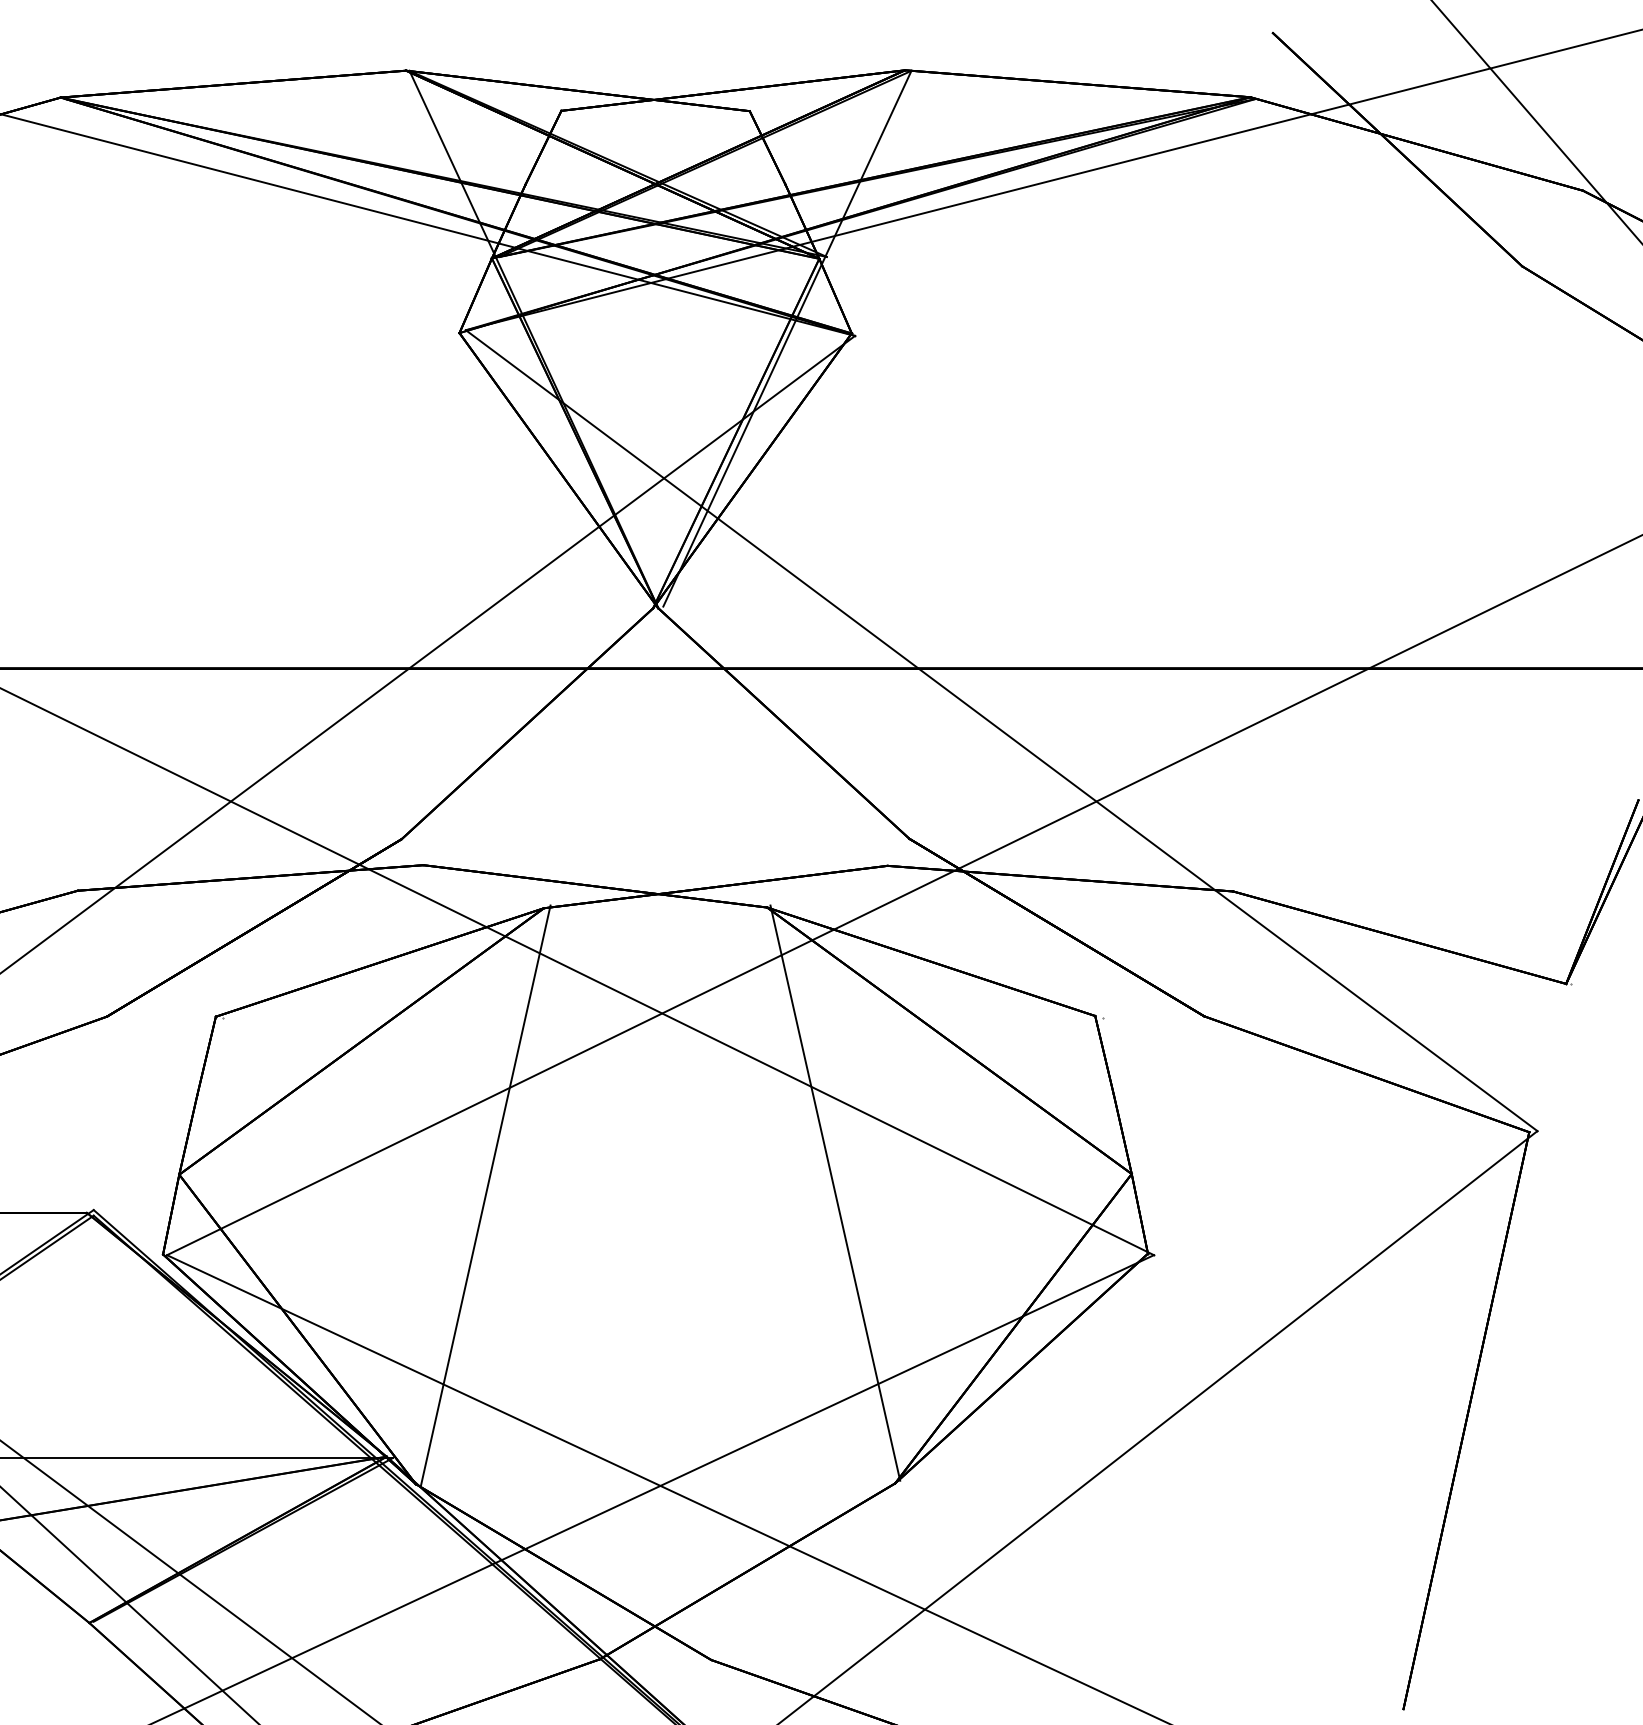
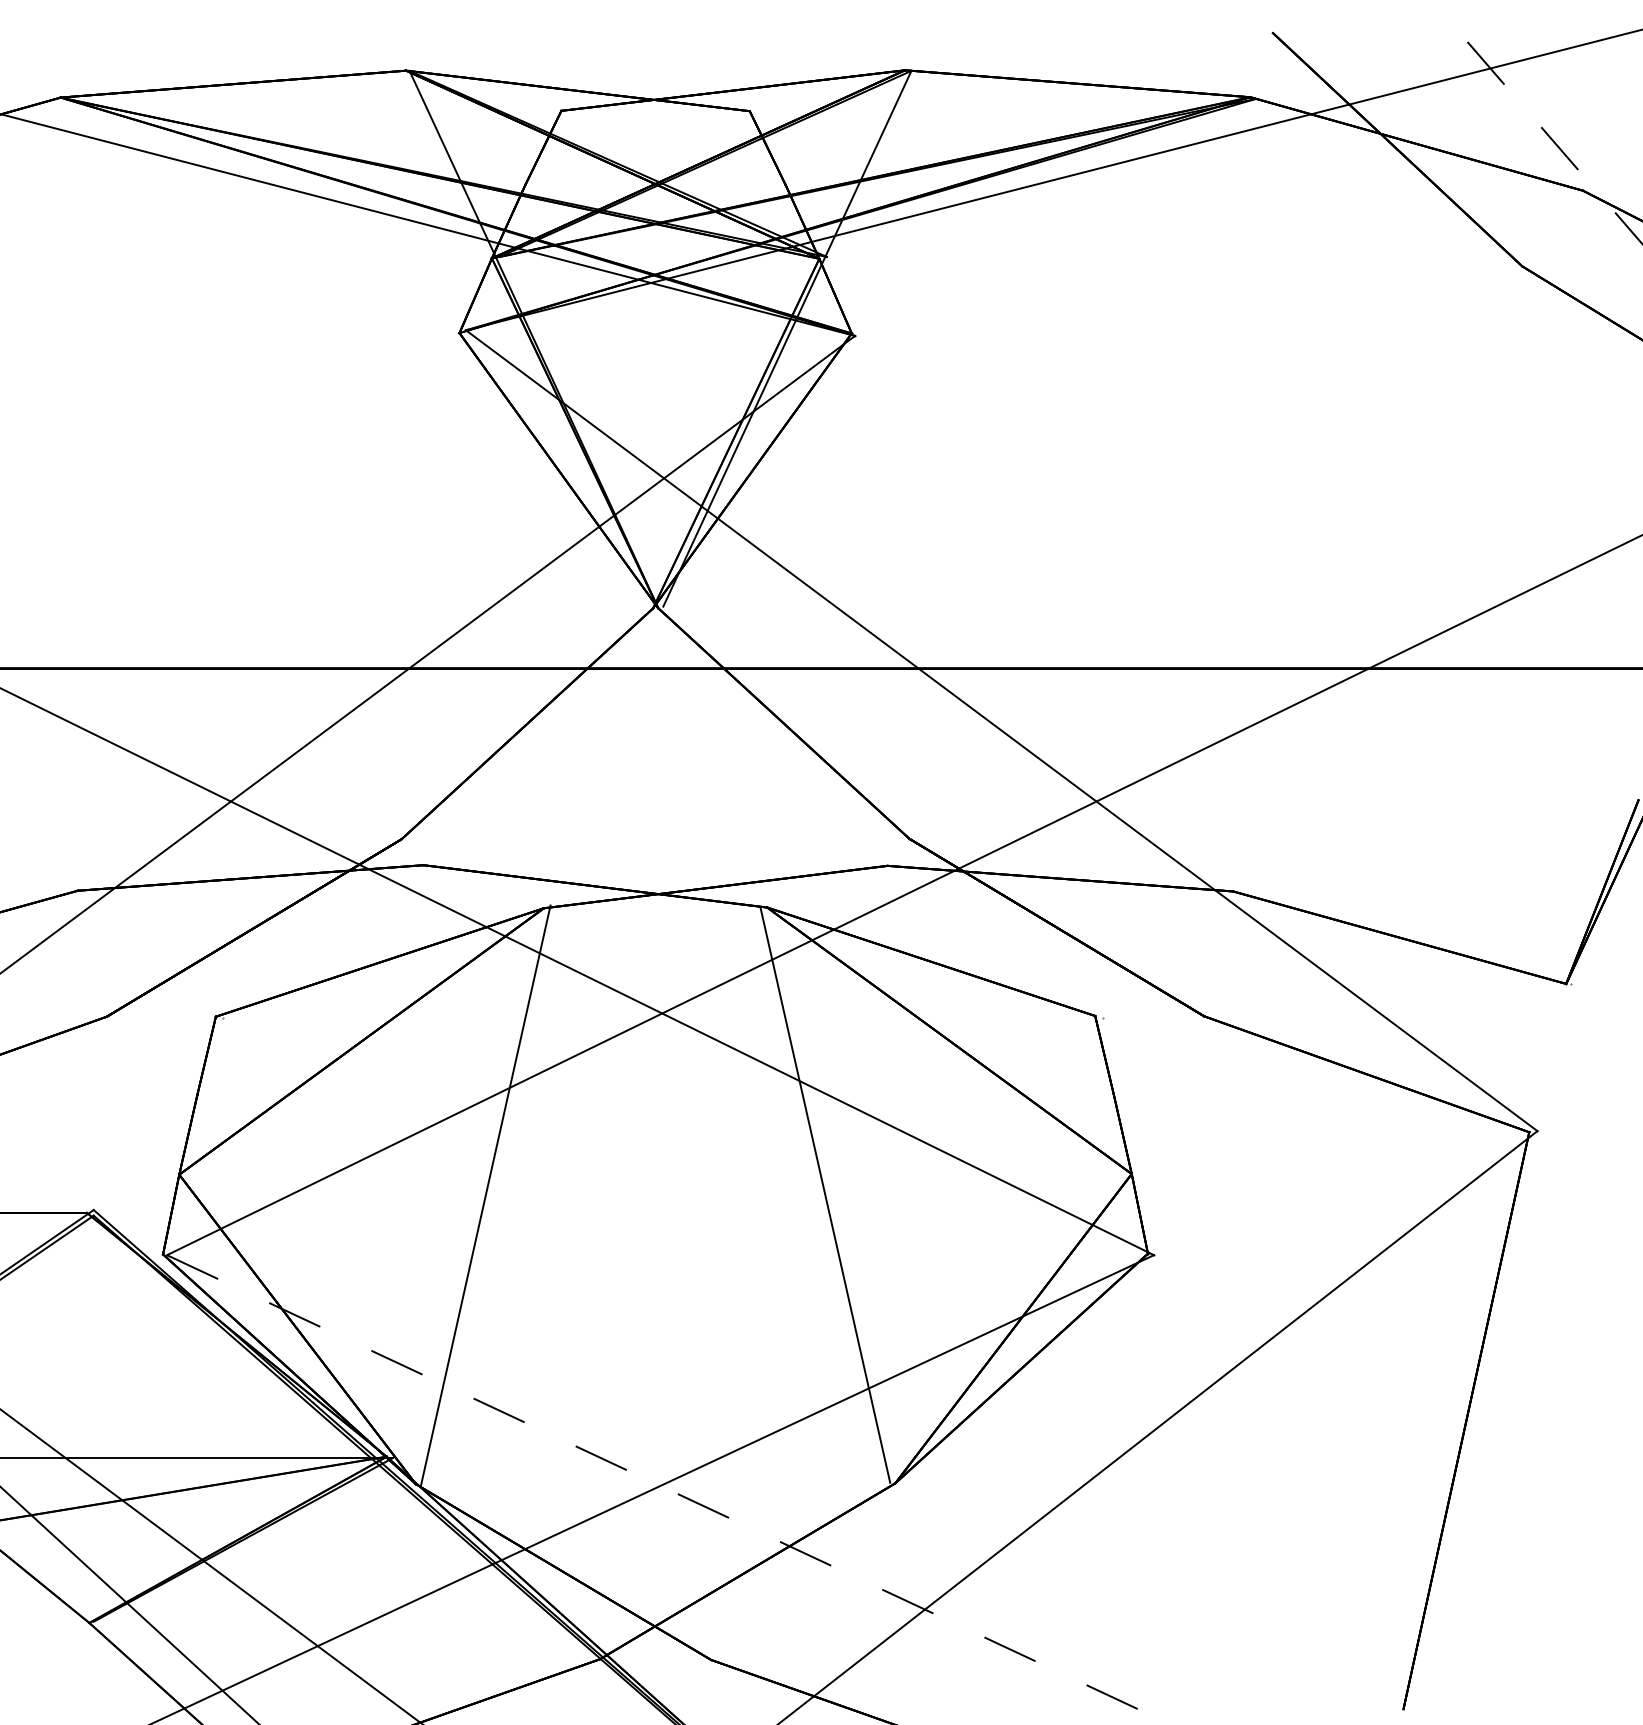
line at (1537, 122): solid -> dashed
line at (835, 1192) position: (835, 1192) -> (825, 1194)
line at (669, 1490): solid -> dashed
line at (189, 1581) position: (189, 1581) -> (210, 1565)
